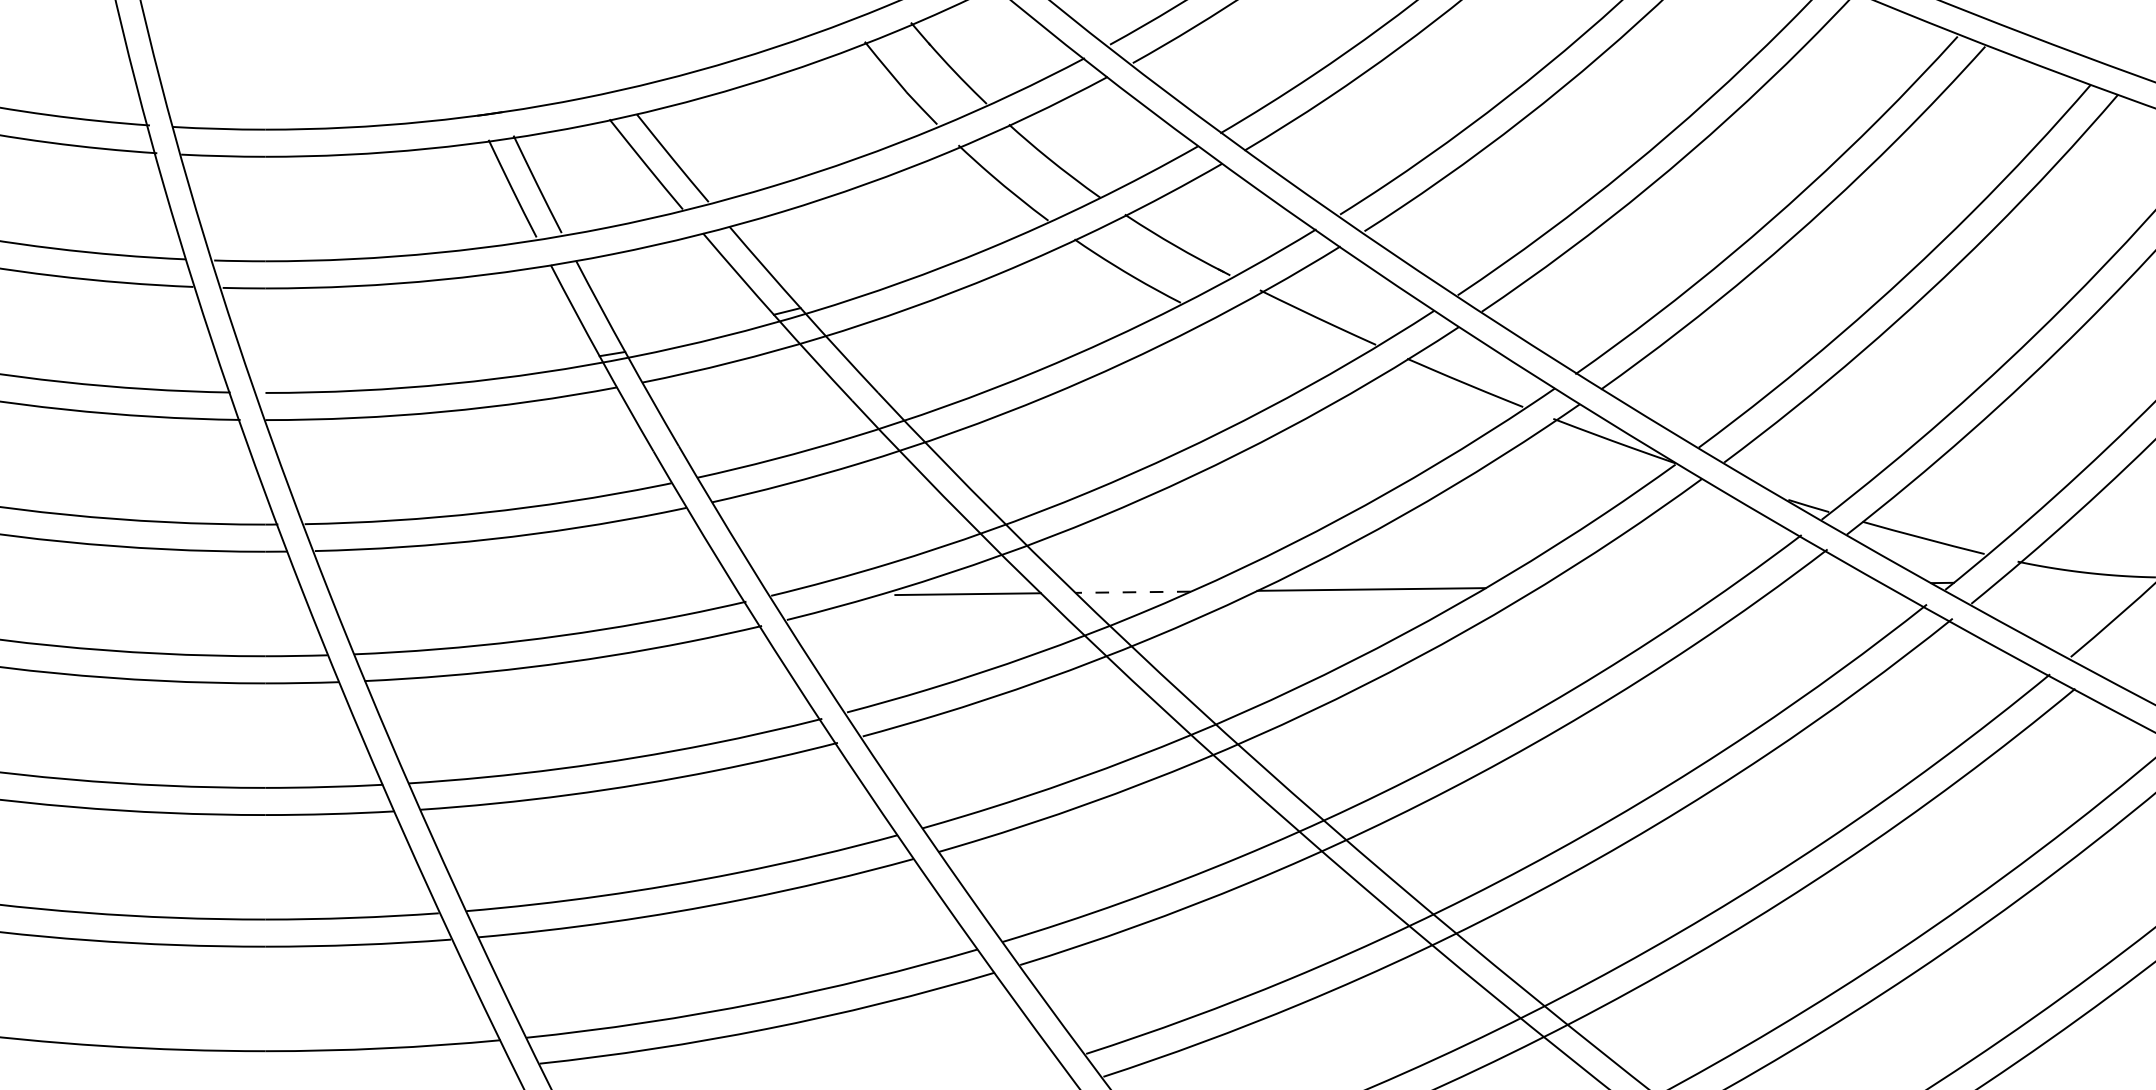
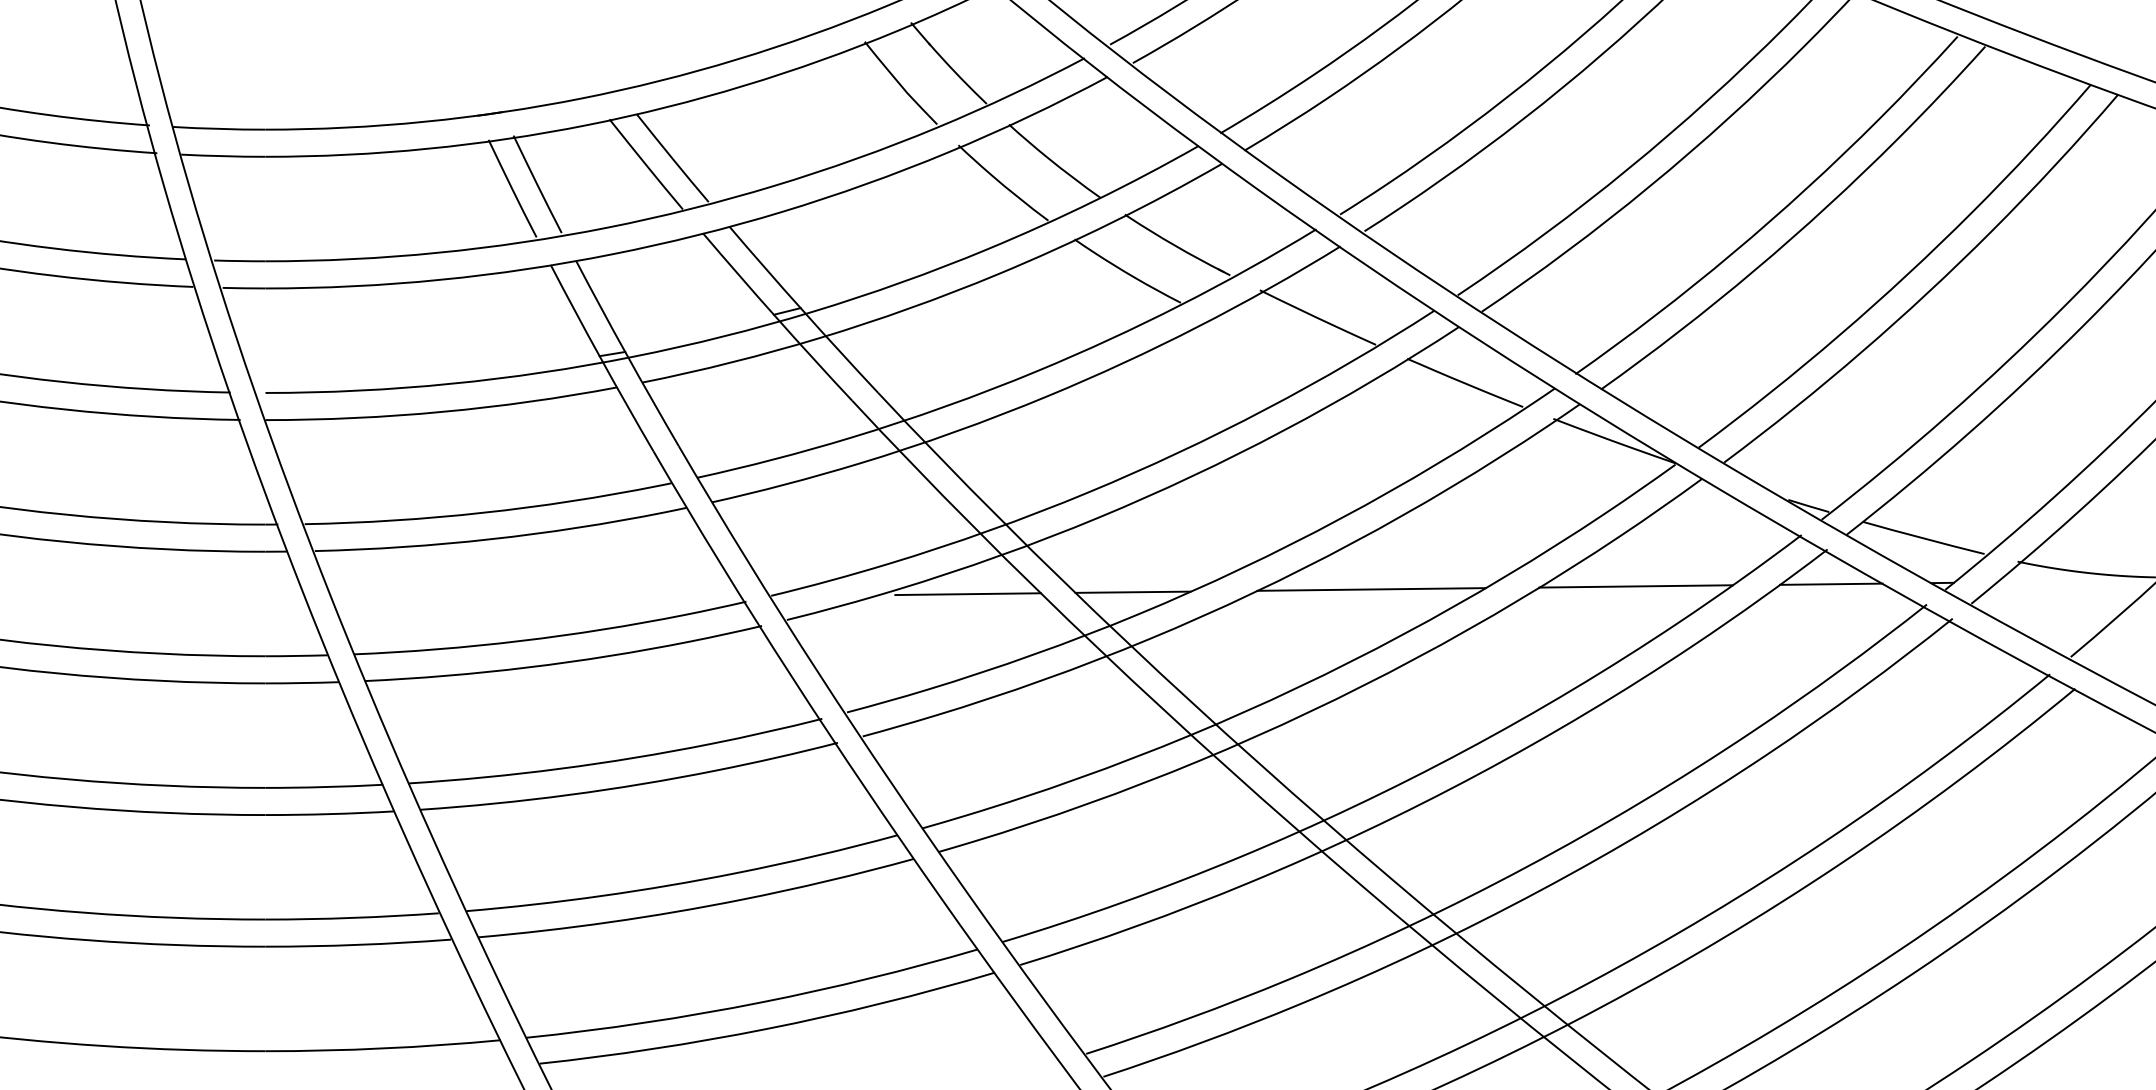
line at (1830, 583): none -> present
line at (1636, 586): none -> present
line at (1132, 592): dashed -> solid
